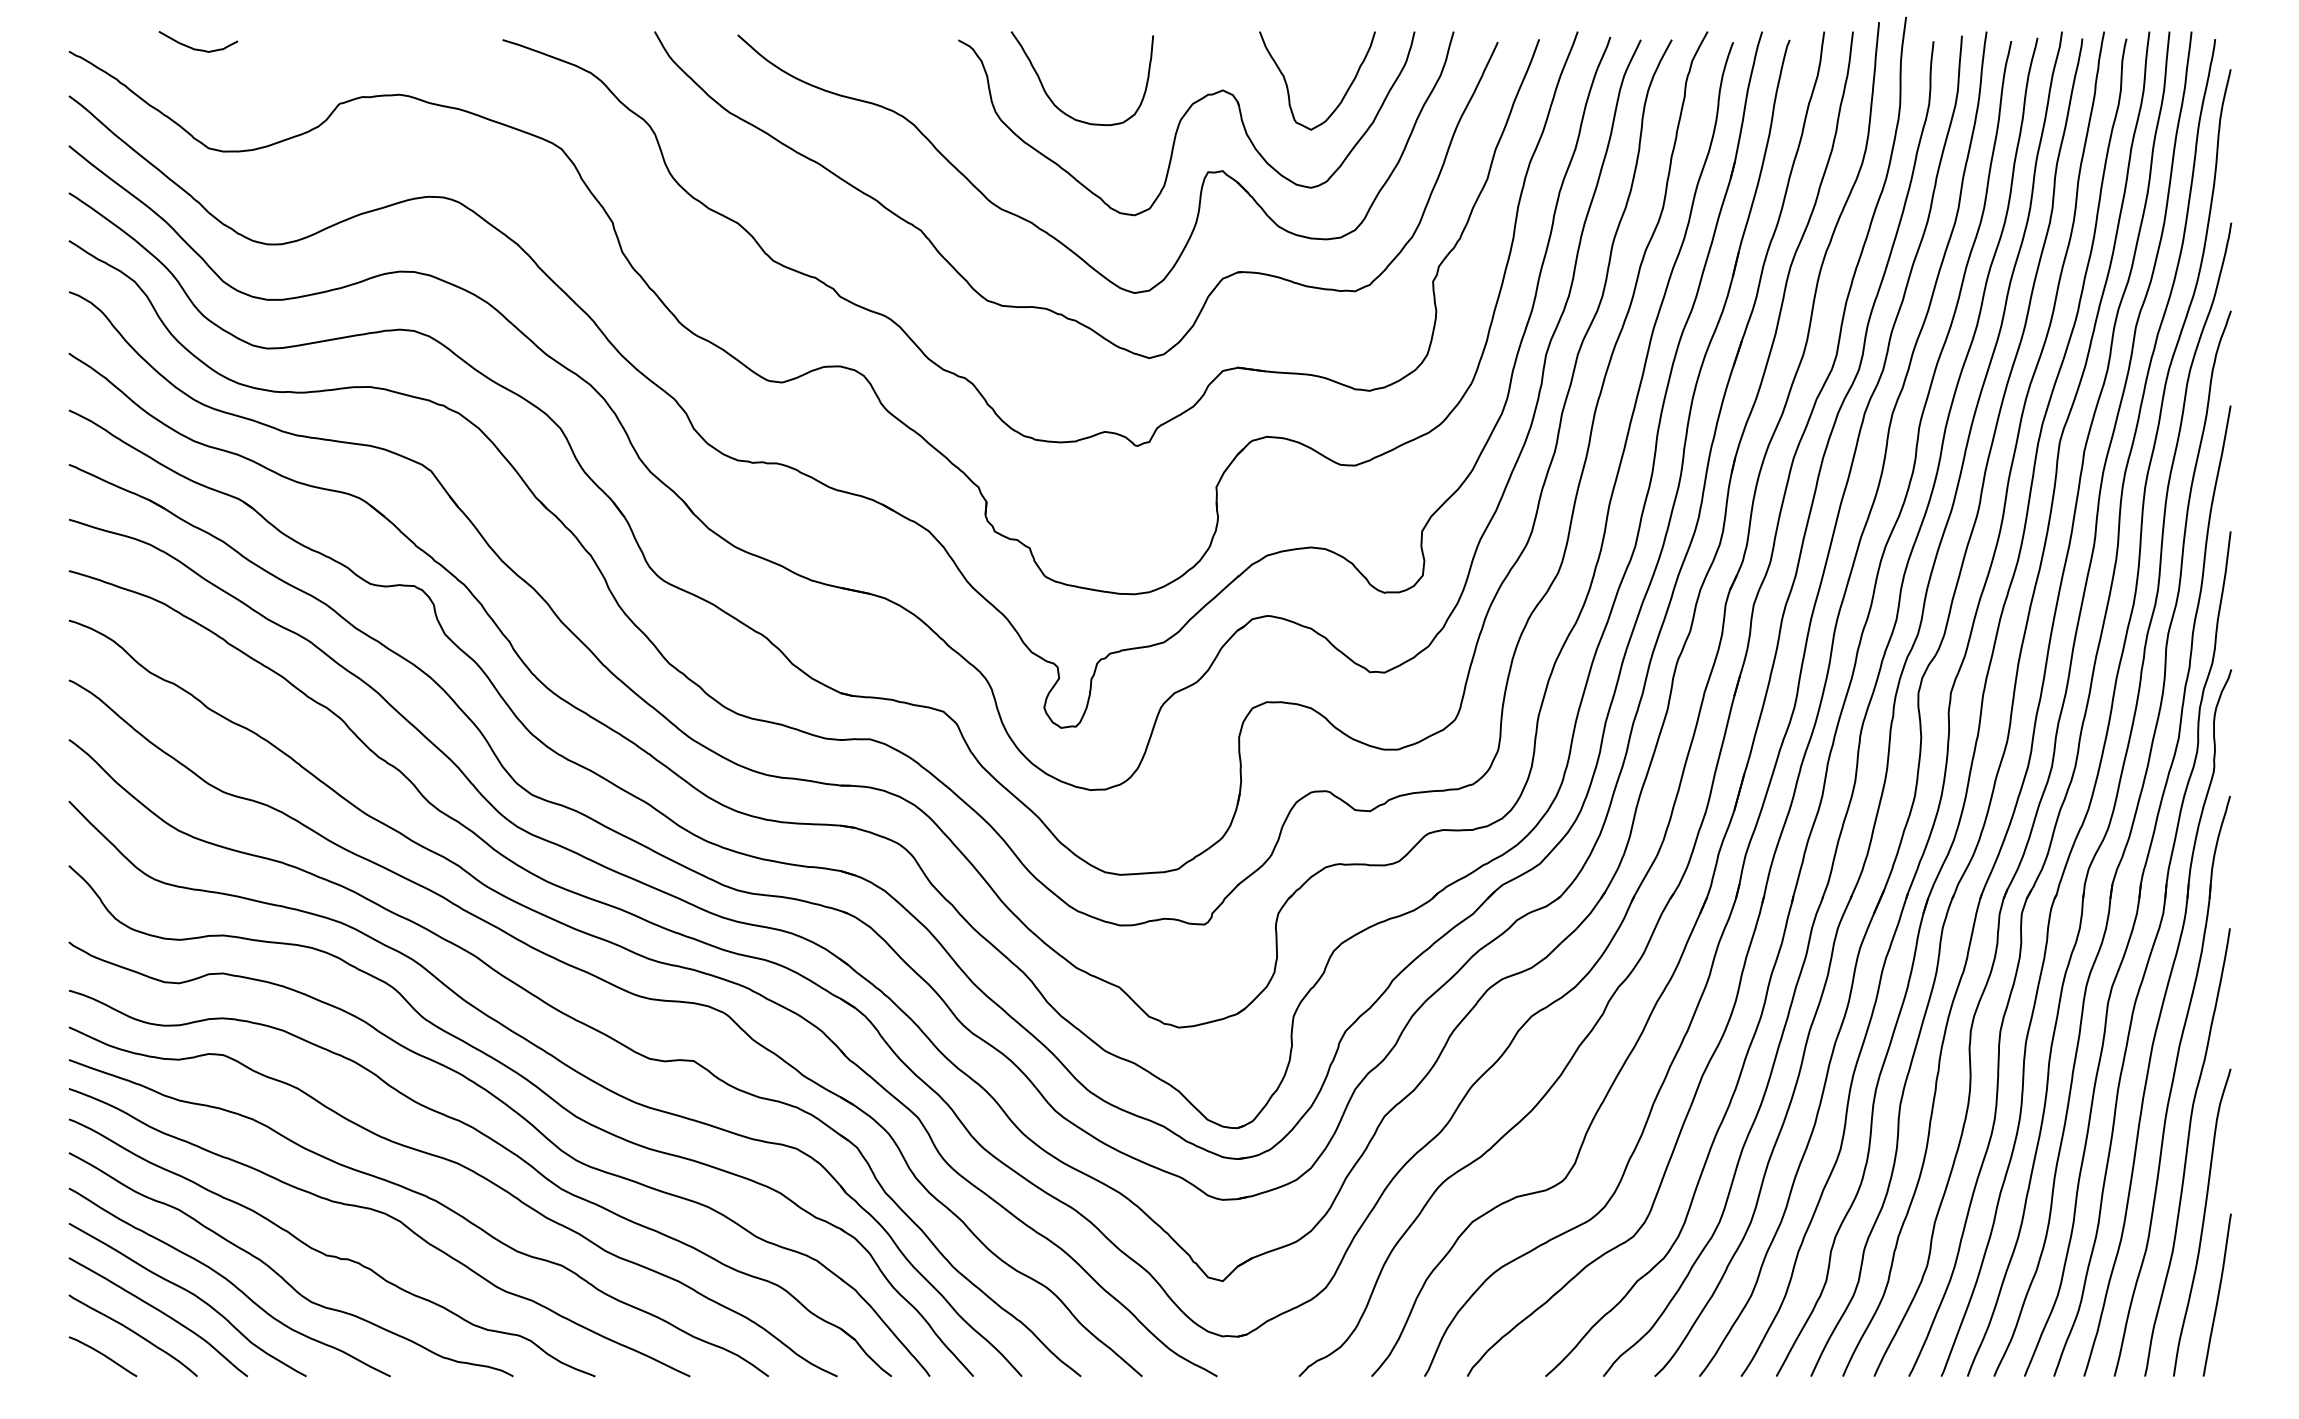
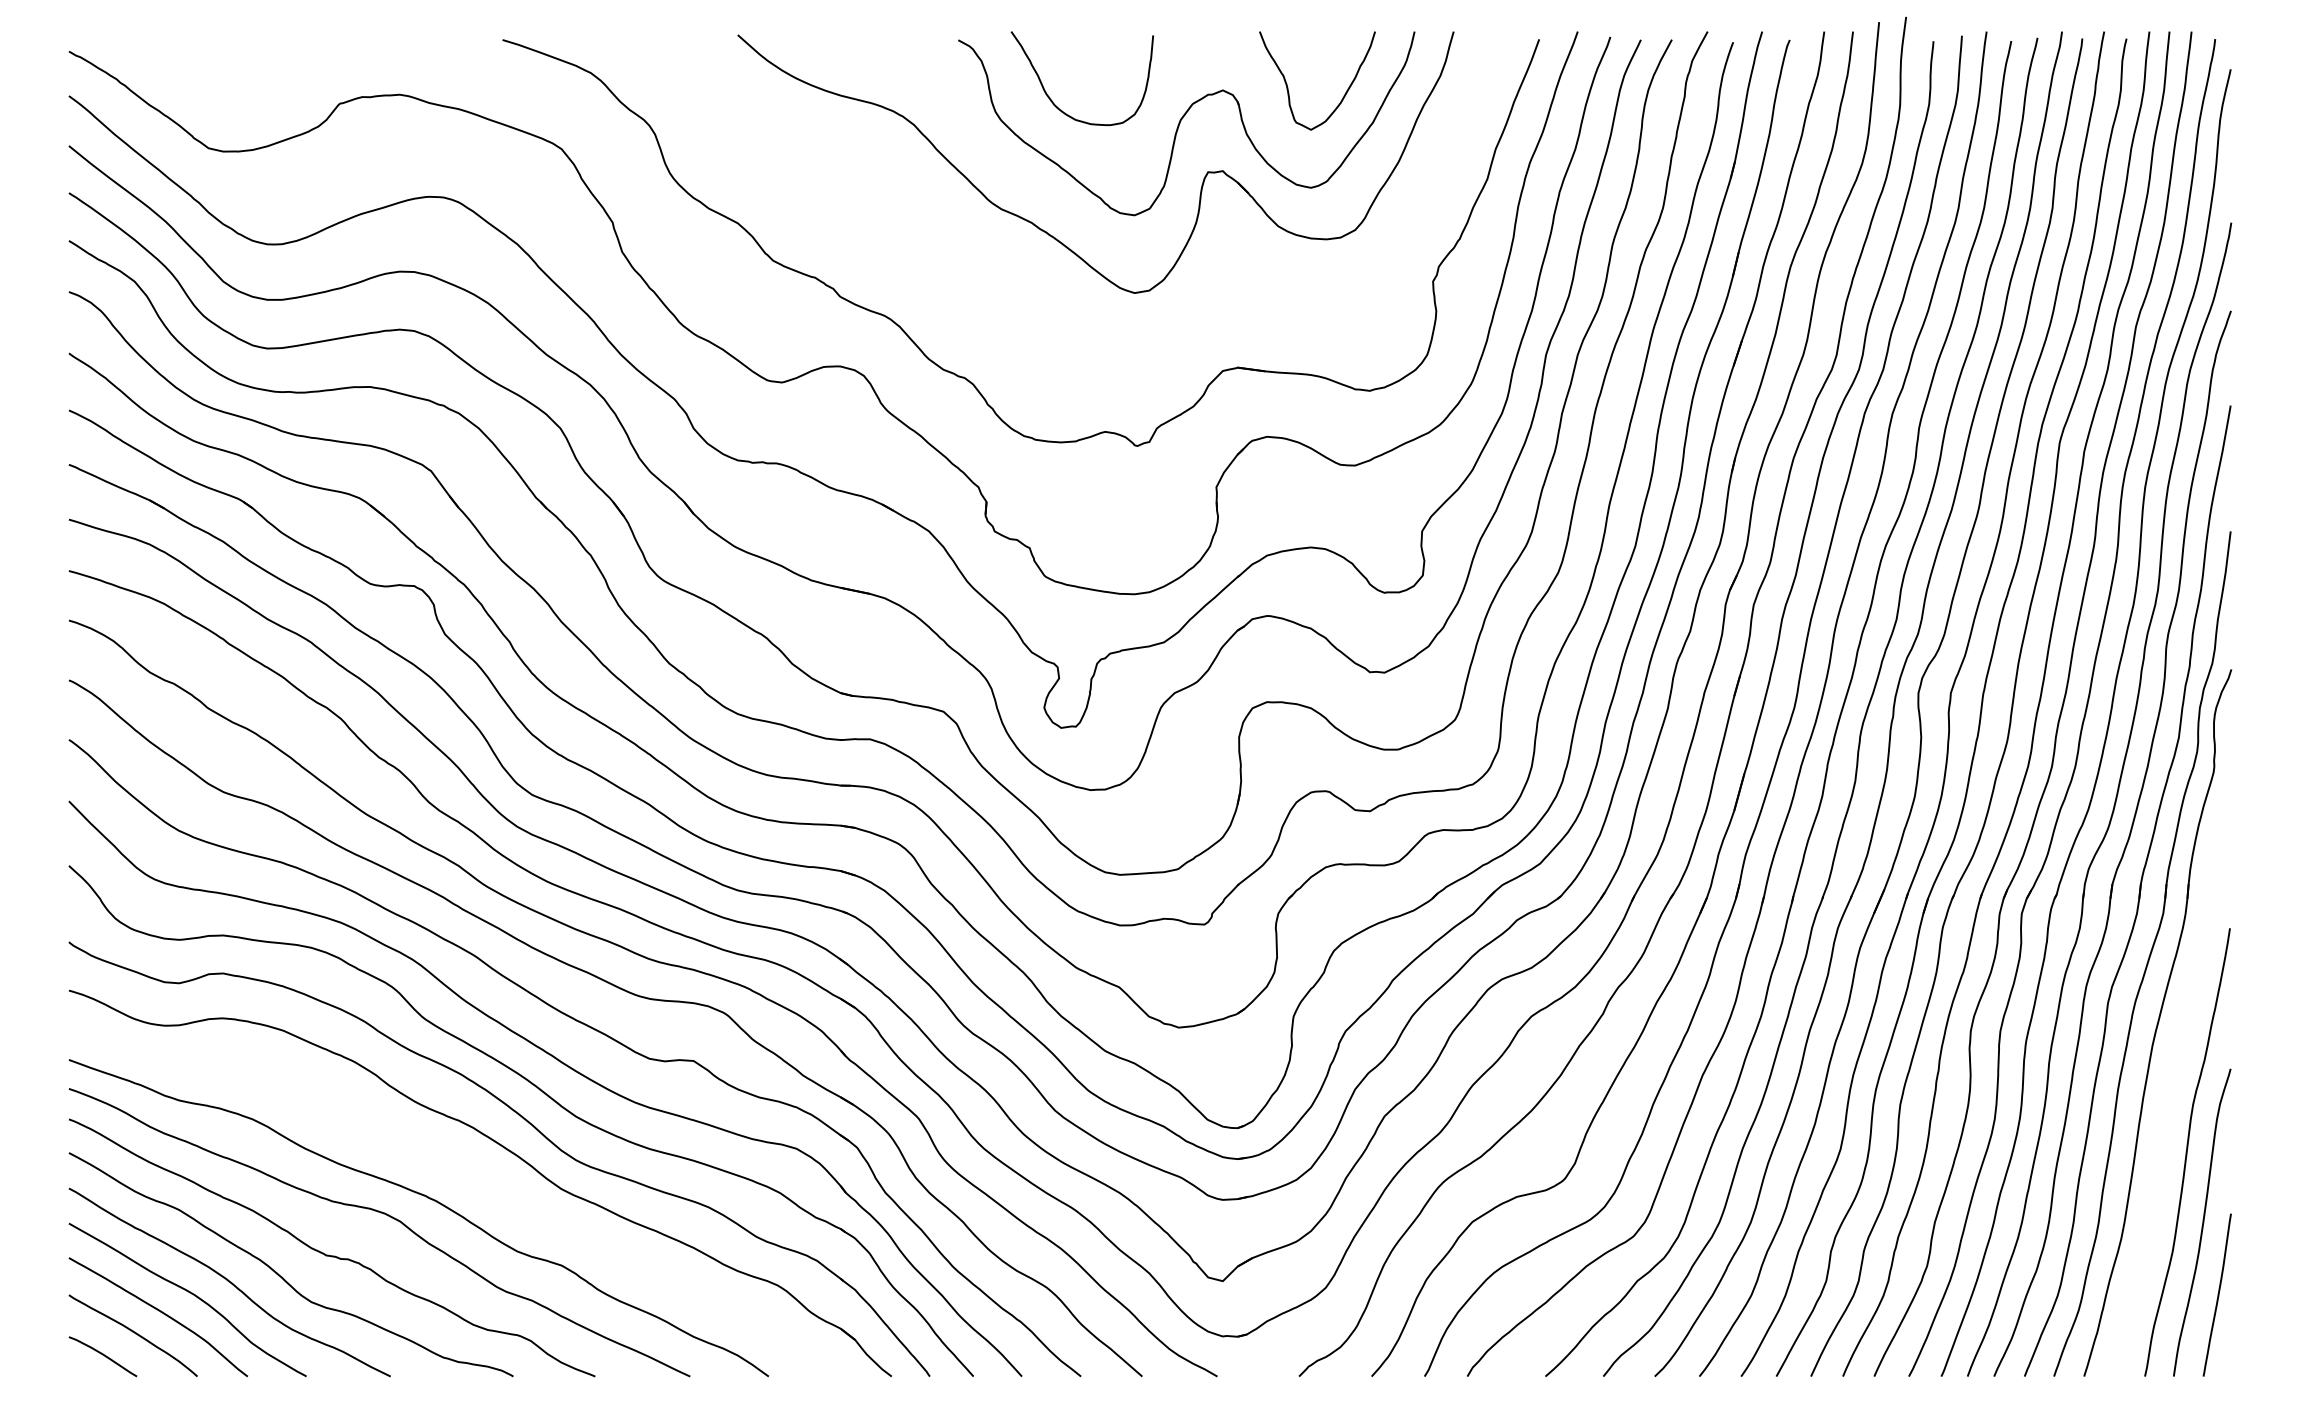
curve at (197, 48): present -> none
part at (1045, 307): present -> none
part at (2171, 1085): present -> none
curve at (472, 1172): present -> none
